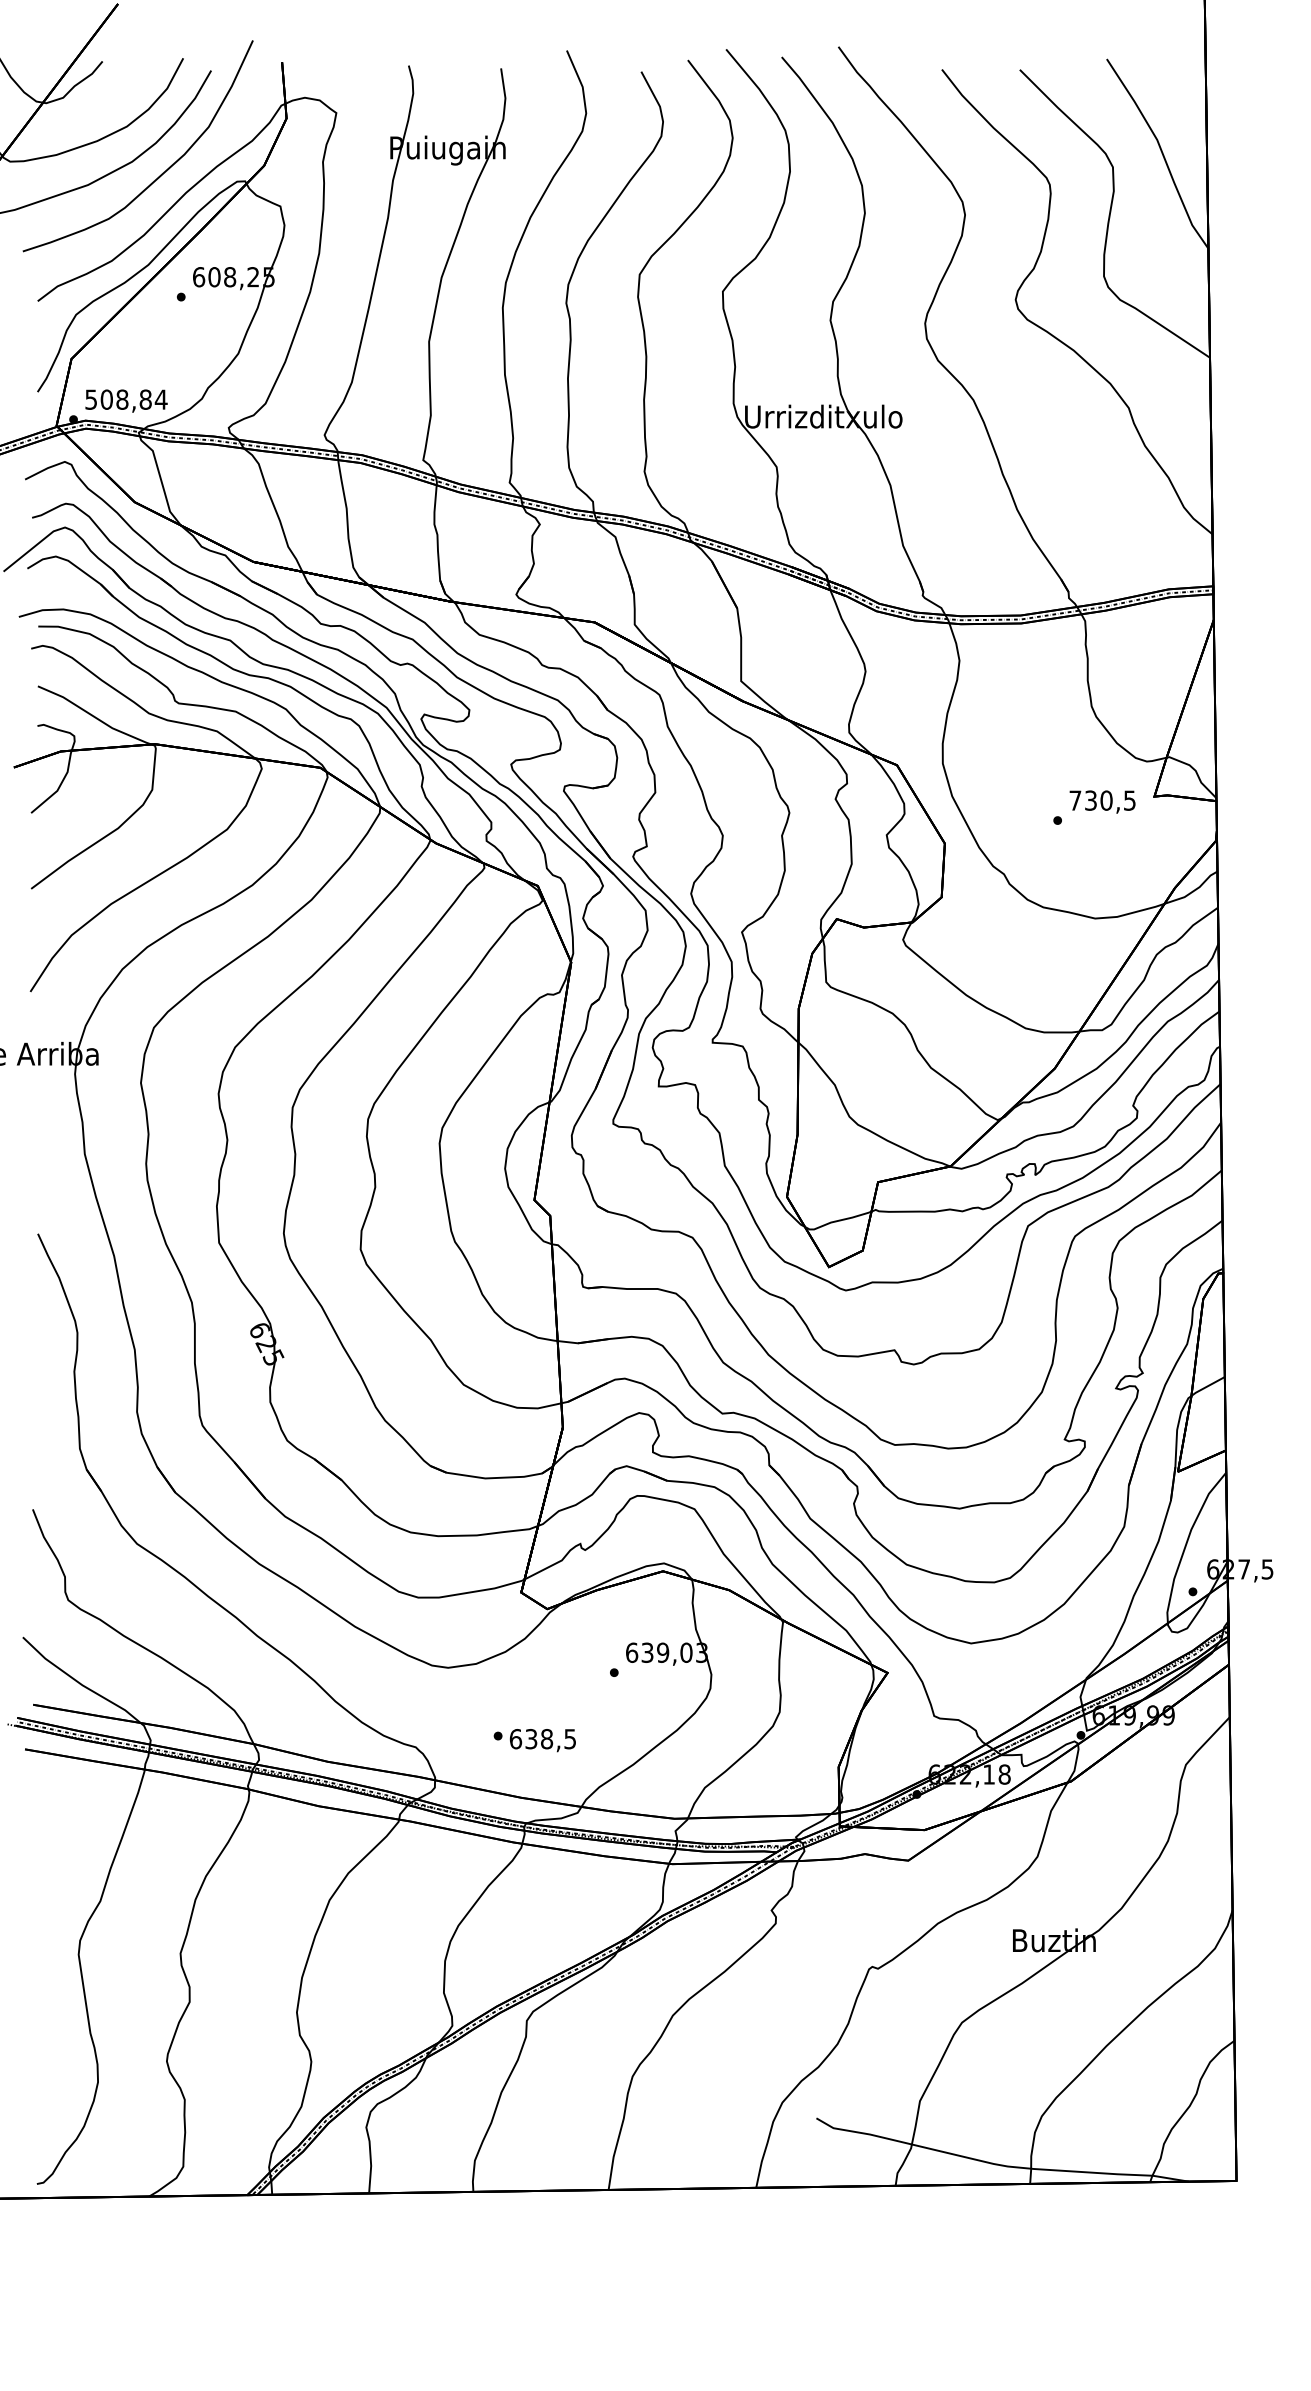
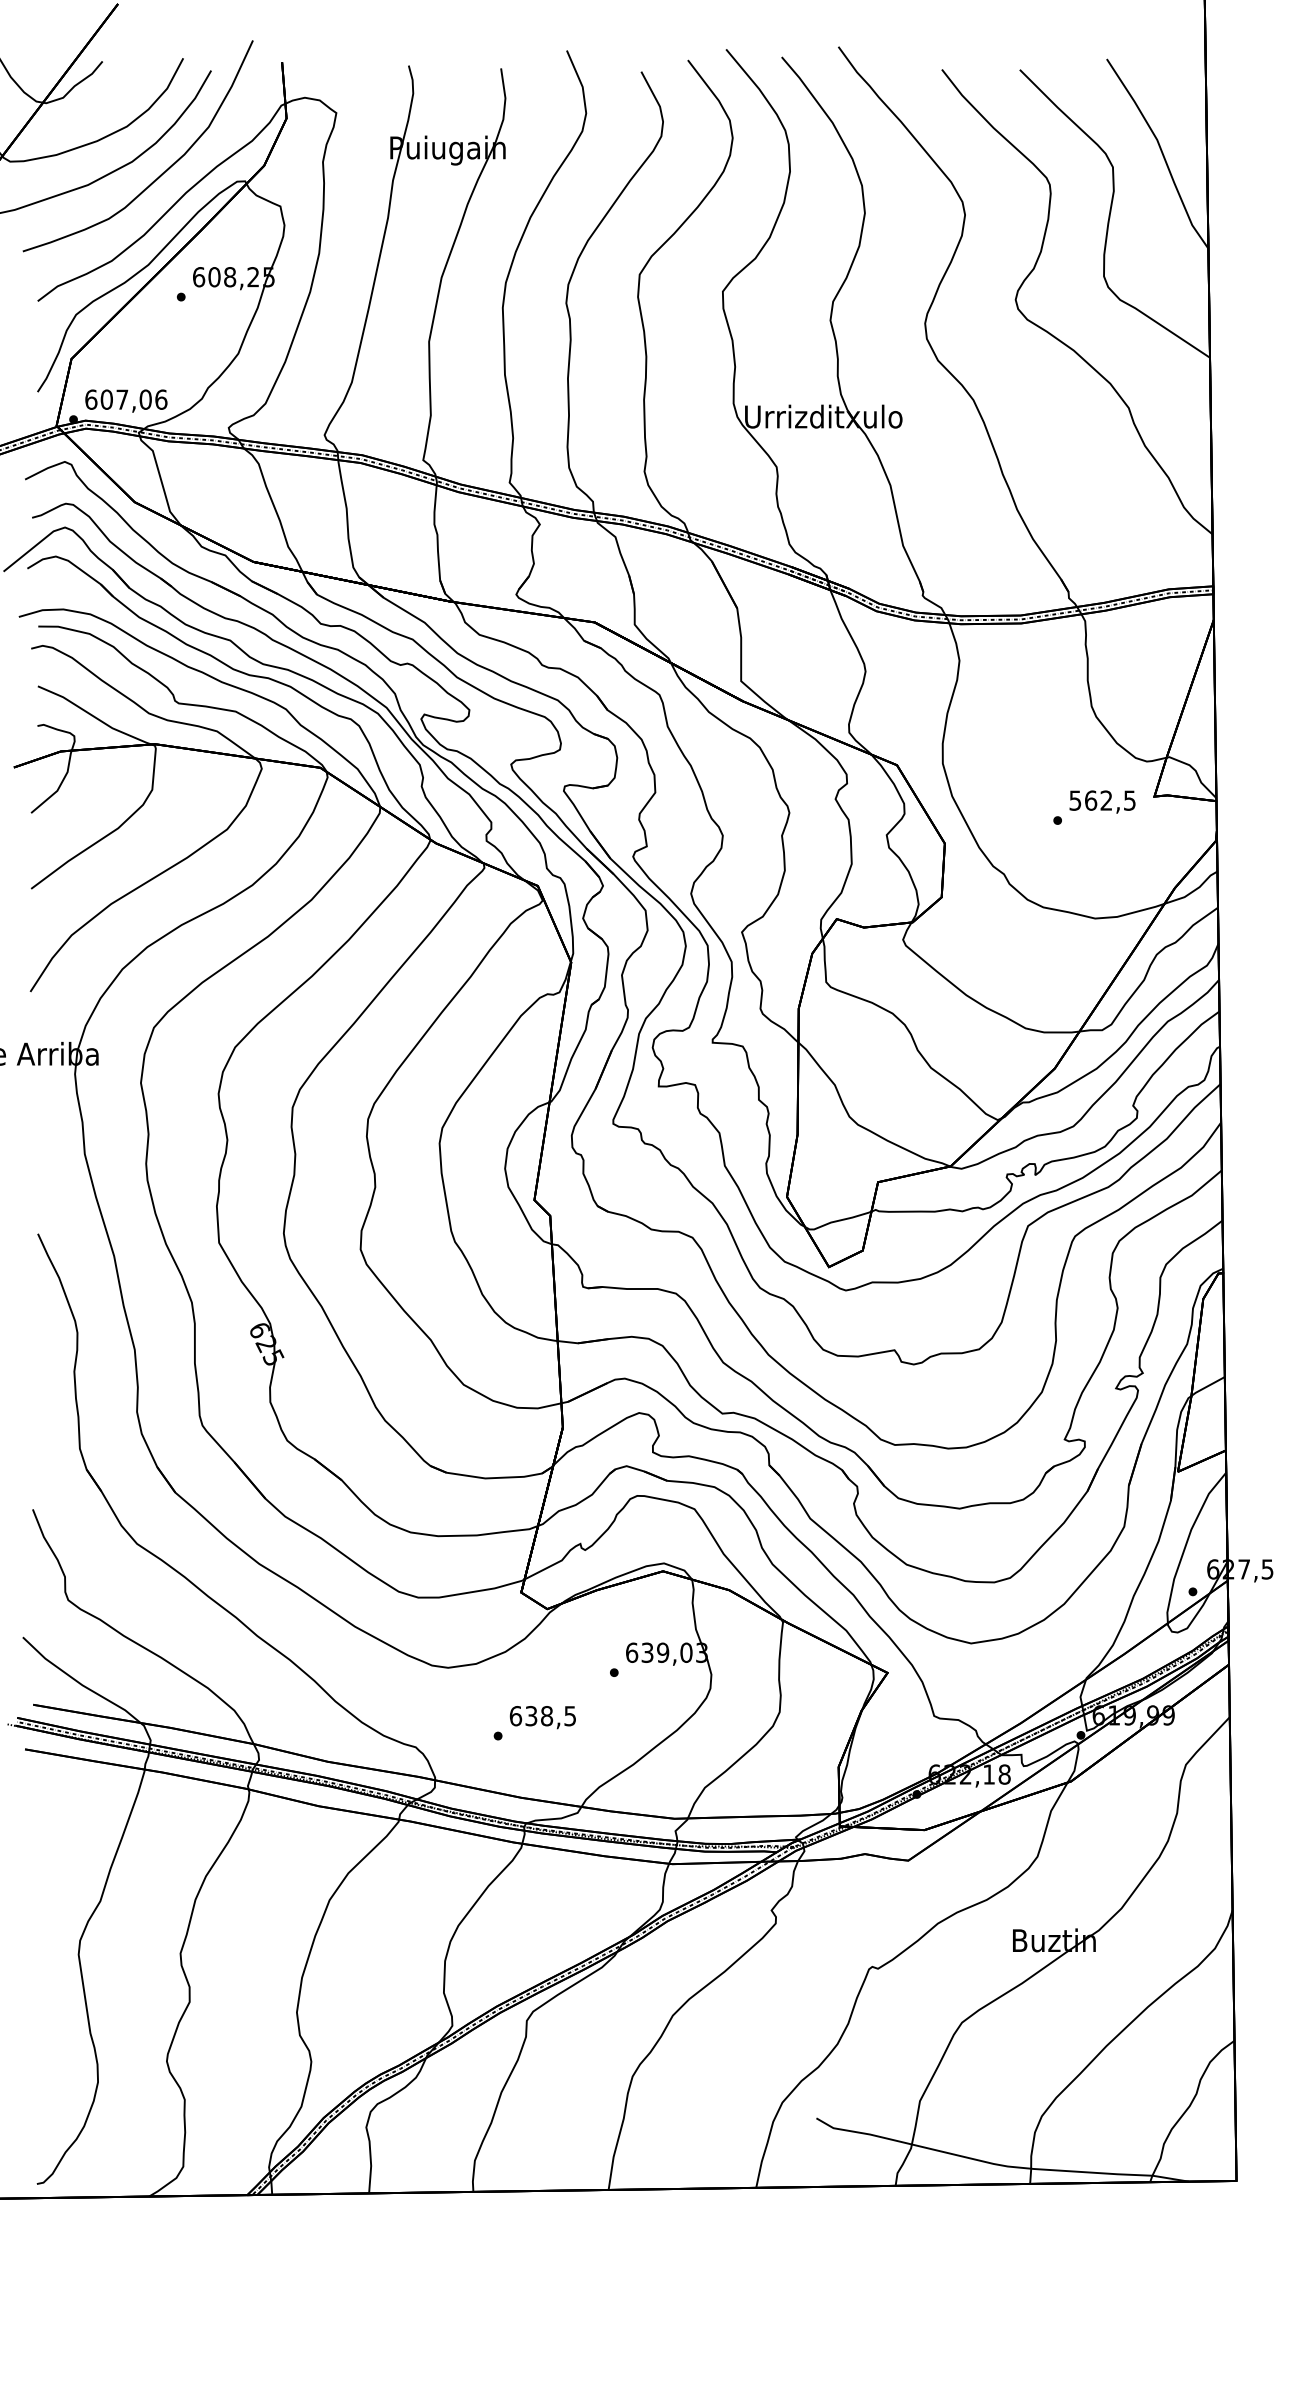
text at (126, 399): 508,84 -> 607,06
text at (1090, 800): 730,5 -> 562,5
text at (542, 1740) position: (542, 1740) -> (542, 1717)
